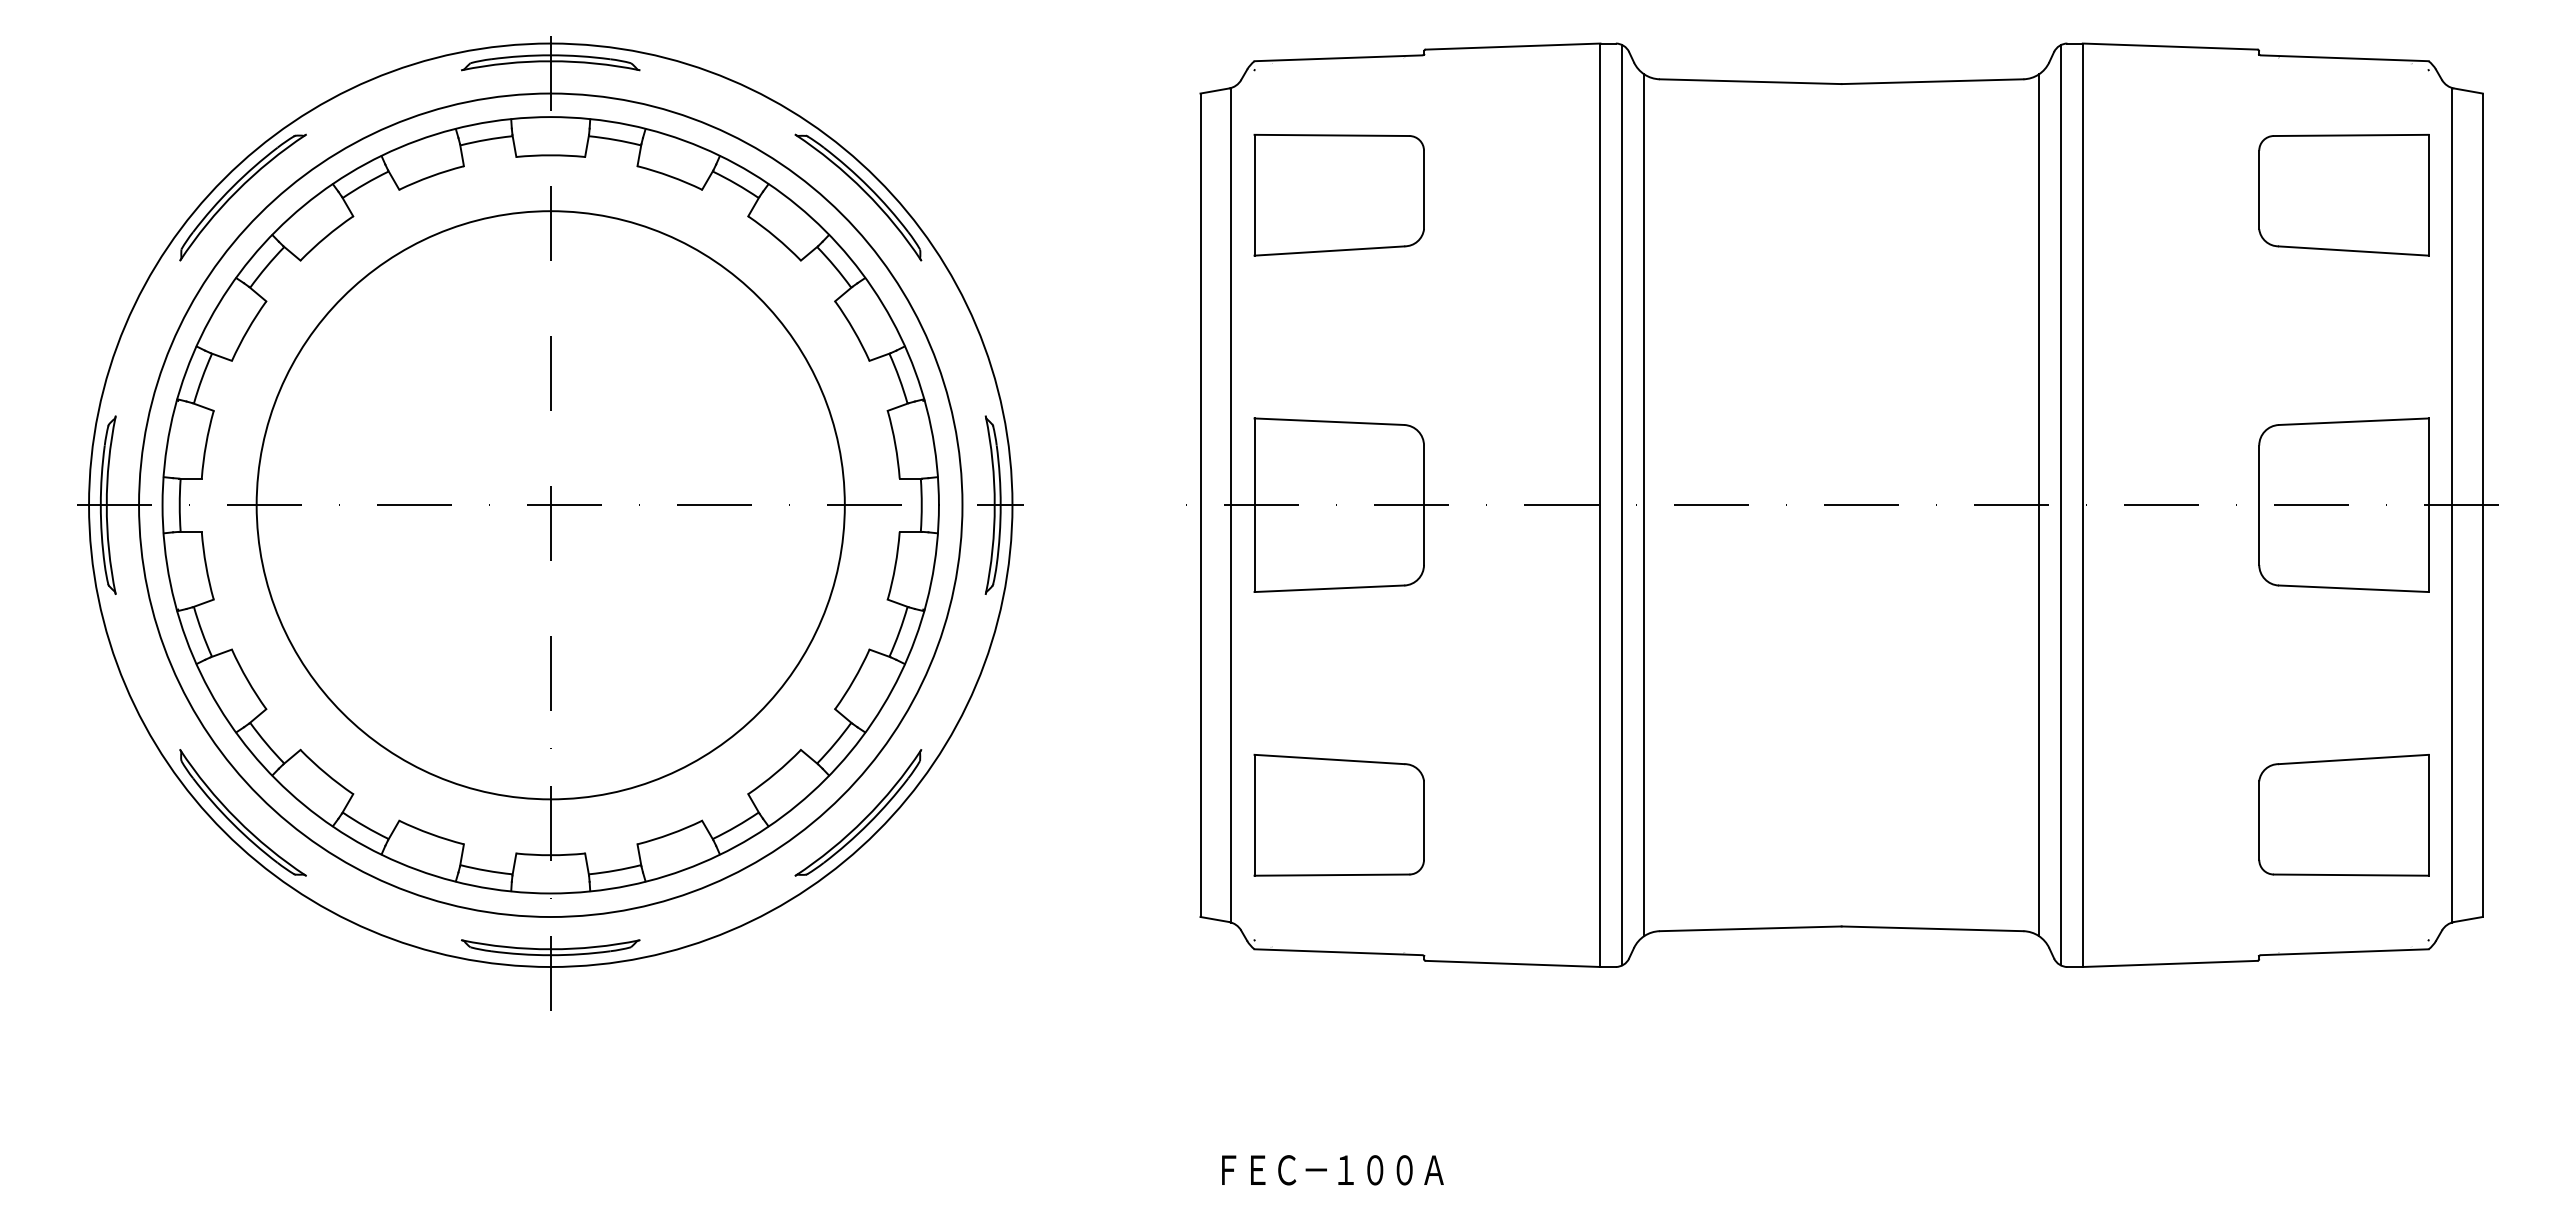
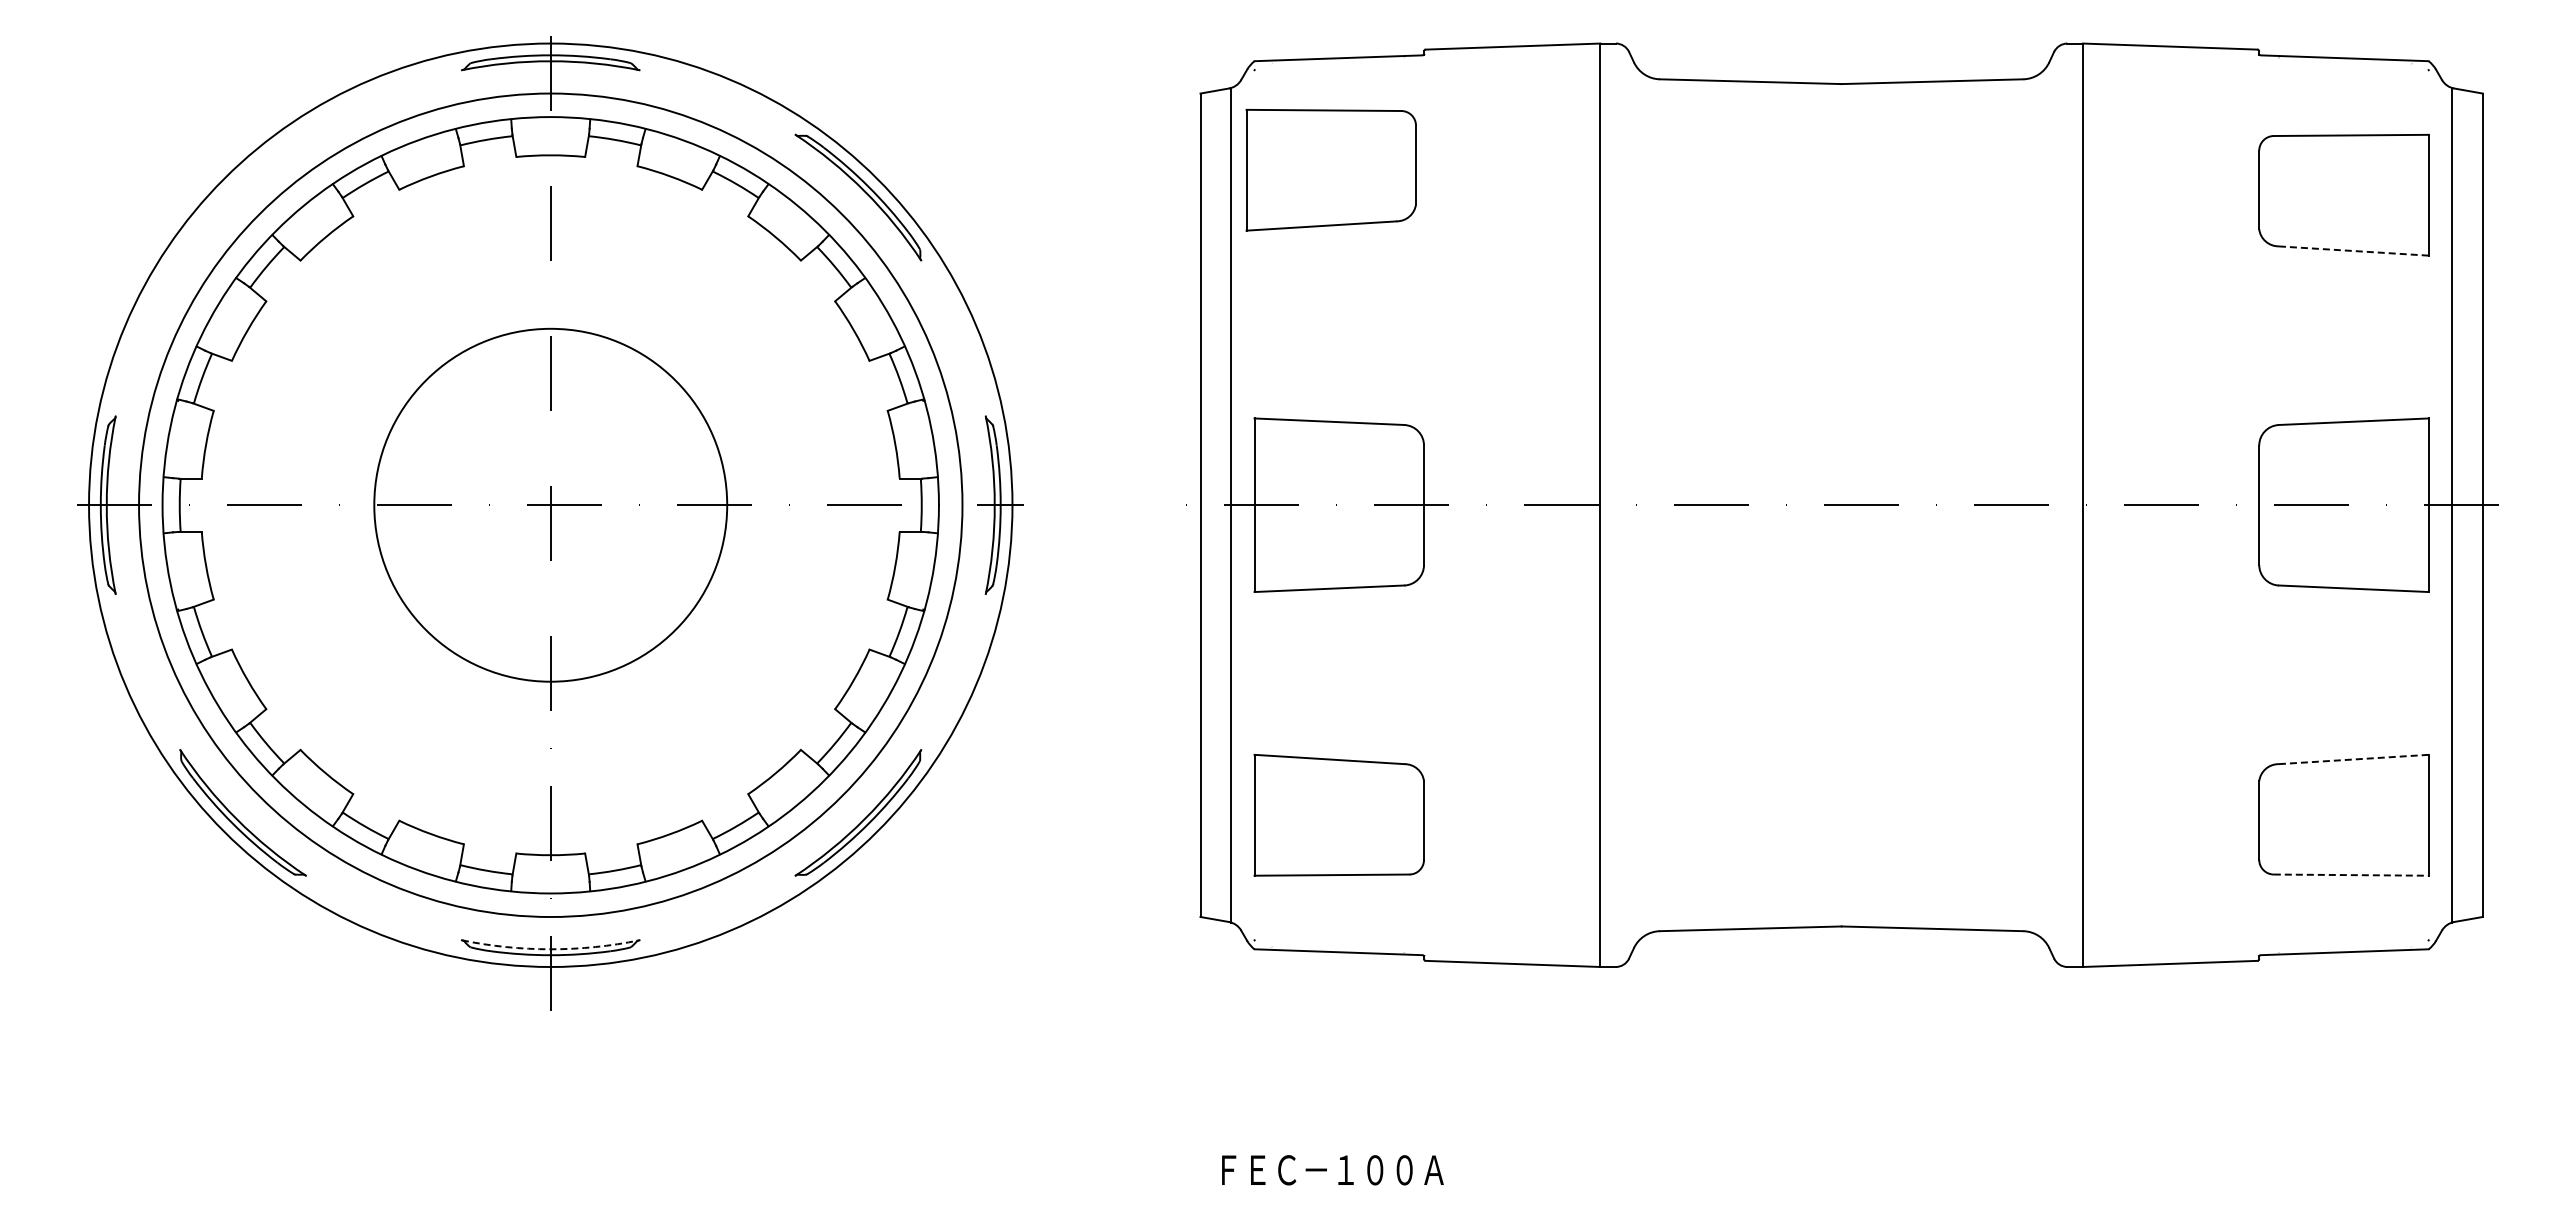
part at (237, 192): present -> none
part at (1338, 194) position: (1338, 194) -> (1330, 169)
line at (2354, 251): solid -> dashed
circle at (550, 505) diameter: 588 px -> 353 px
line at (1622, 505): present -> none
line at (1644, 505): present -> none
line at (2039, 505): present -> none
line at (2060, 505): present -> none
line at (2354, 759): solid -> dashed
line at (2351, 875): solid -> dashed
arc at (550, 949): solid -> dashed
